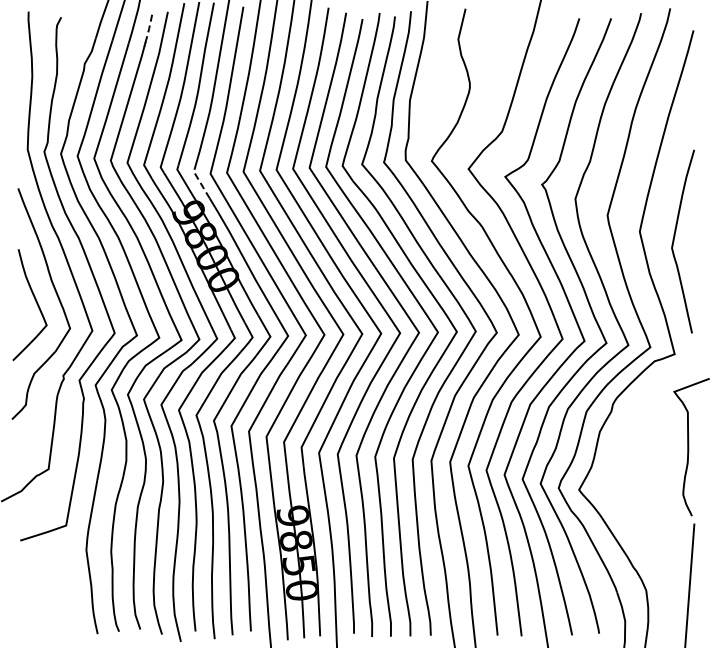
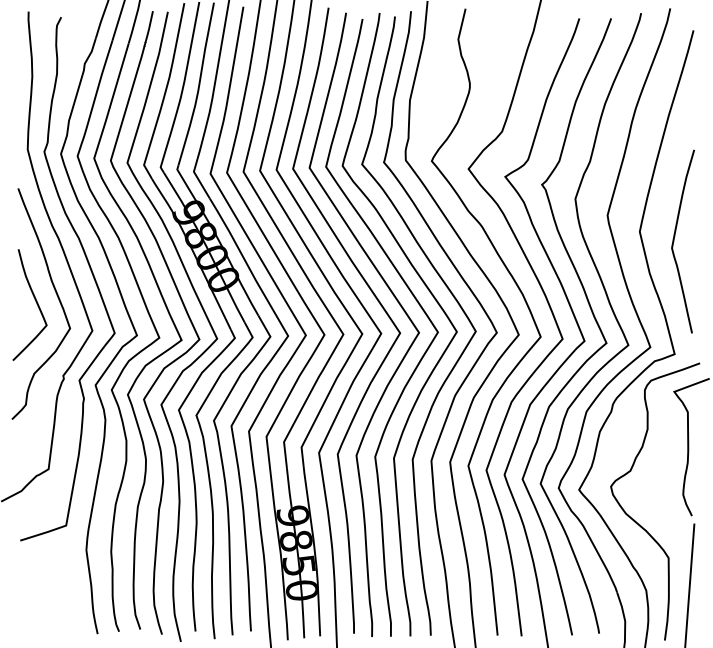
line at (149, 27): dashed -> solid
line at (200, 183): dashed -> solid
curve at (640, 524): none -> present
